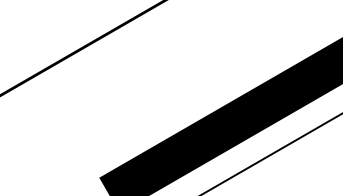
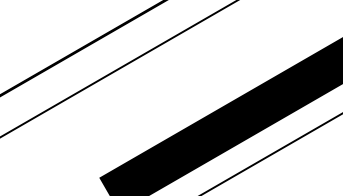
line at (117, 69): none -> present
